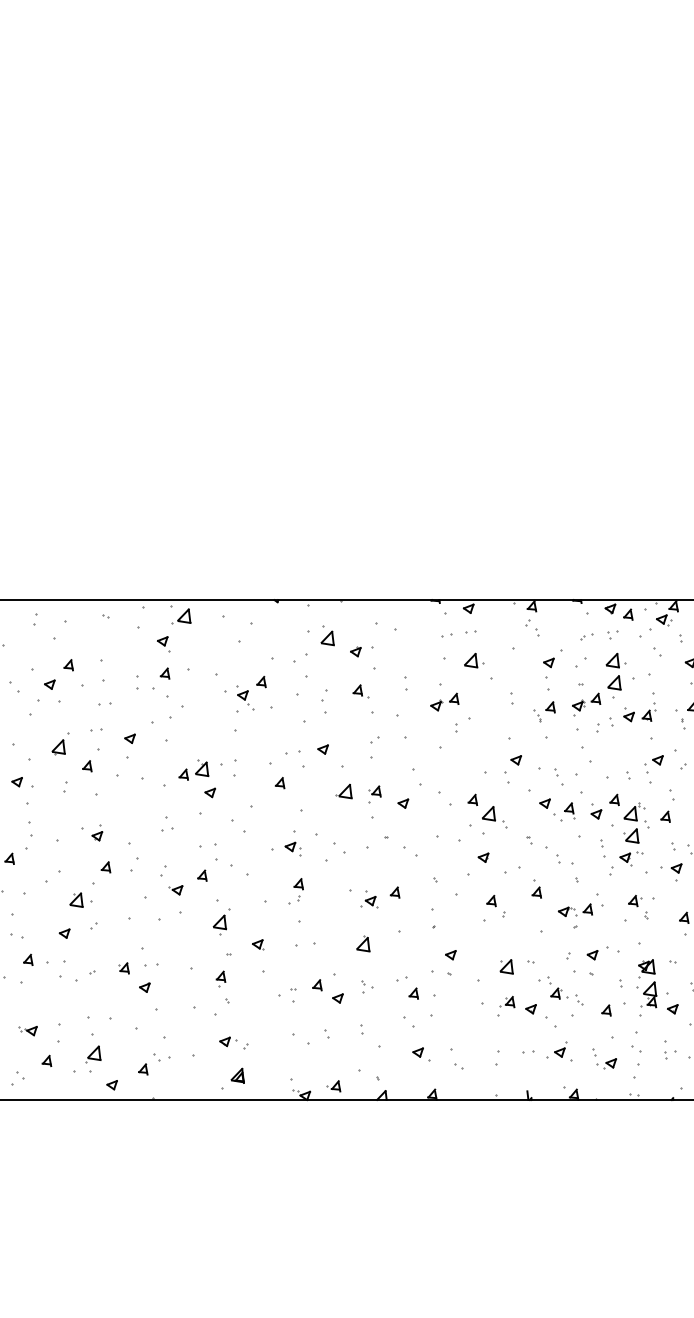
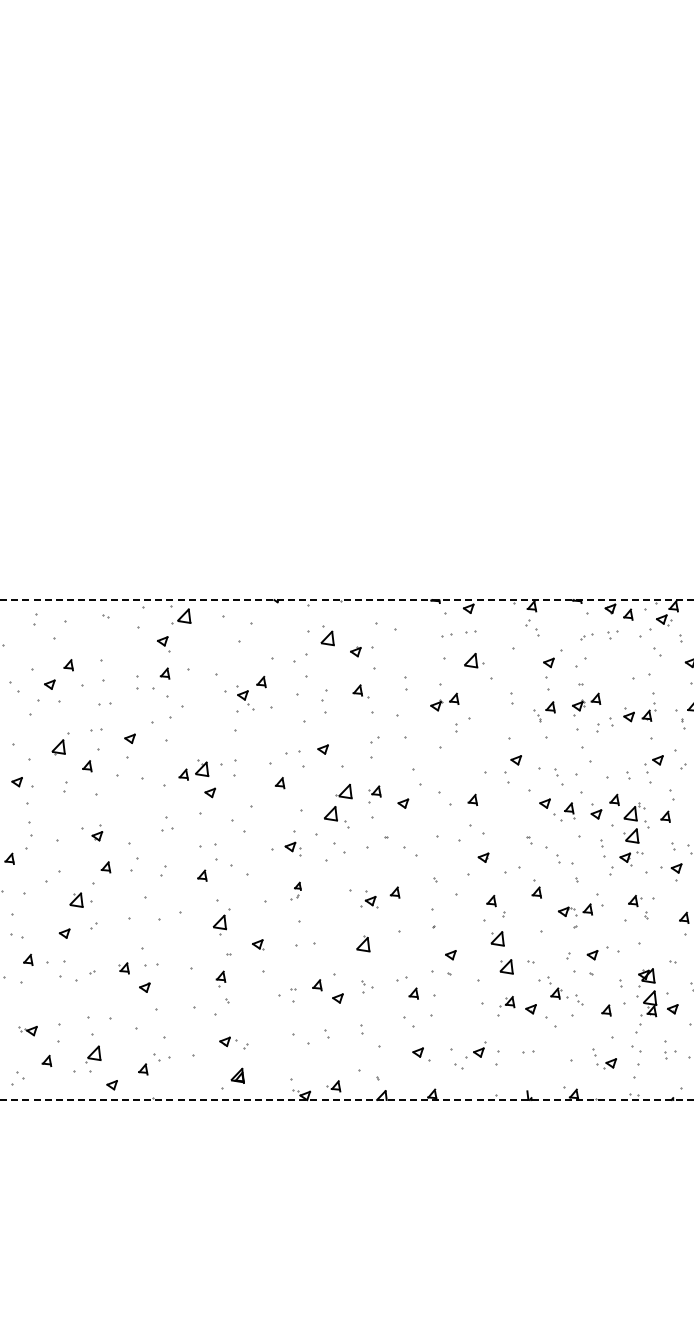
line at (347, 600): solid -> dashed
part at (615, 675): present -> none
part at (494, 817) position: (494, 817) -> (336, 817)
part at (175, 890): present -> none
part at (295, 891) size: 16x27 px -> 12x20 px
part at (497, 938): none -> present
part at (646, 987) position: (646, 987) -> (646, 996)
part at (556, 1049) position: (556, 1049) -> (475, 1049)
line at (347, 1099): solid -> dashed
